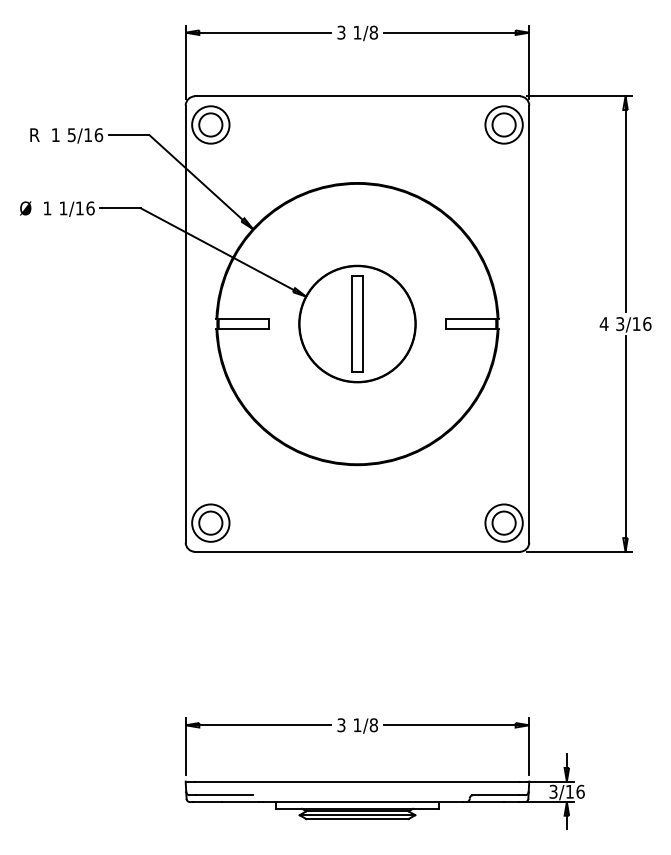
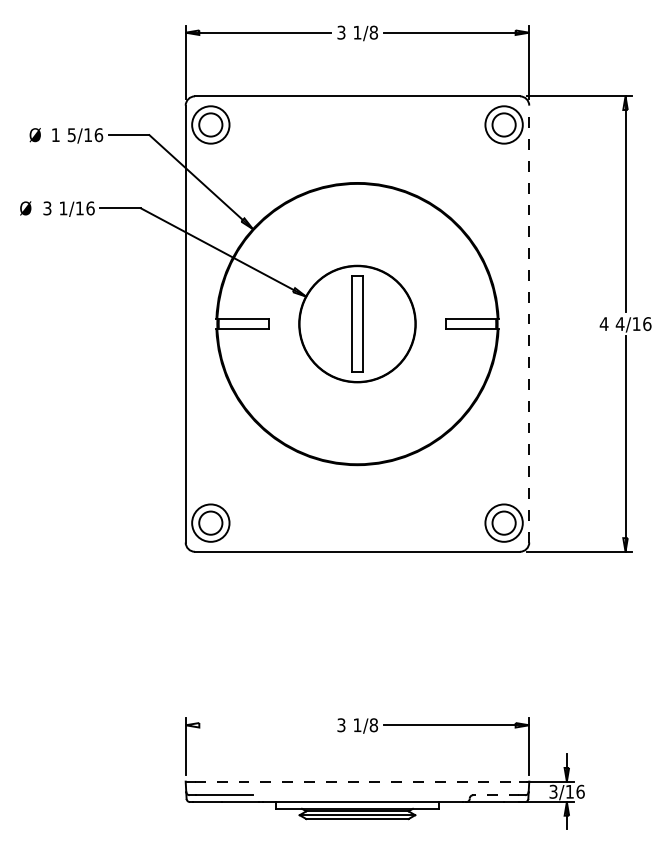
text at (34, 135): R -> Ø
text at (47, 208): 1 -> 3
line at (529, 323): solid -> dashed
text at (619, 324): 3/16 -> 4/16
line at (258, 725): present -> none
line at (357, 781): solid -> dashed
line at (495, 795): solid -> dashed
